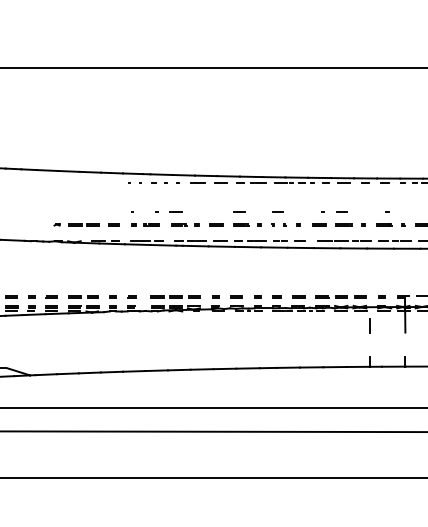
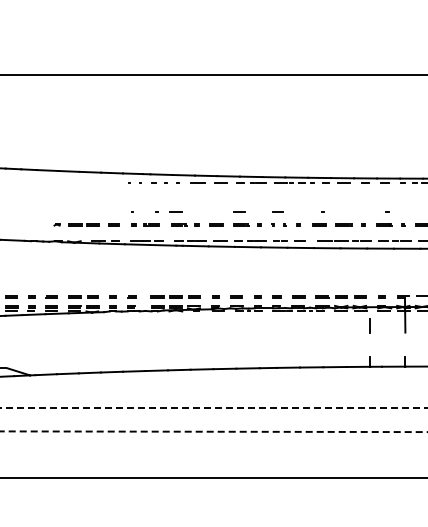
line at (213, 68) position: (213, 68) -> (213, 75)
line at (341, 211): present -> none
line at (214, 408): solid -> dashed
line at (214, 431): solid -> dashed
